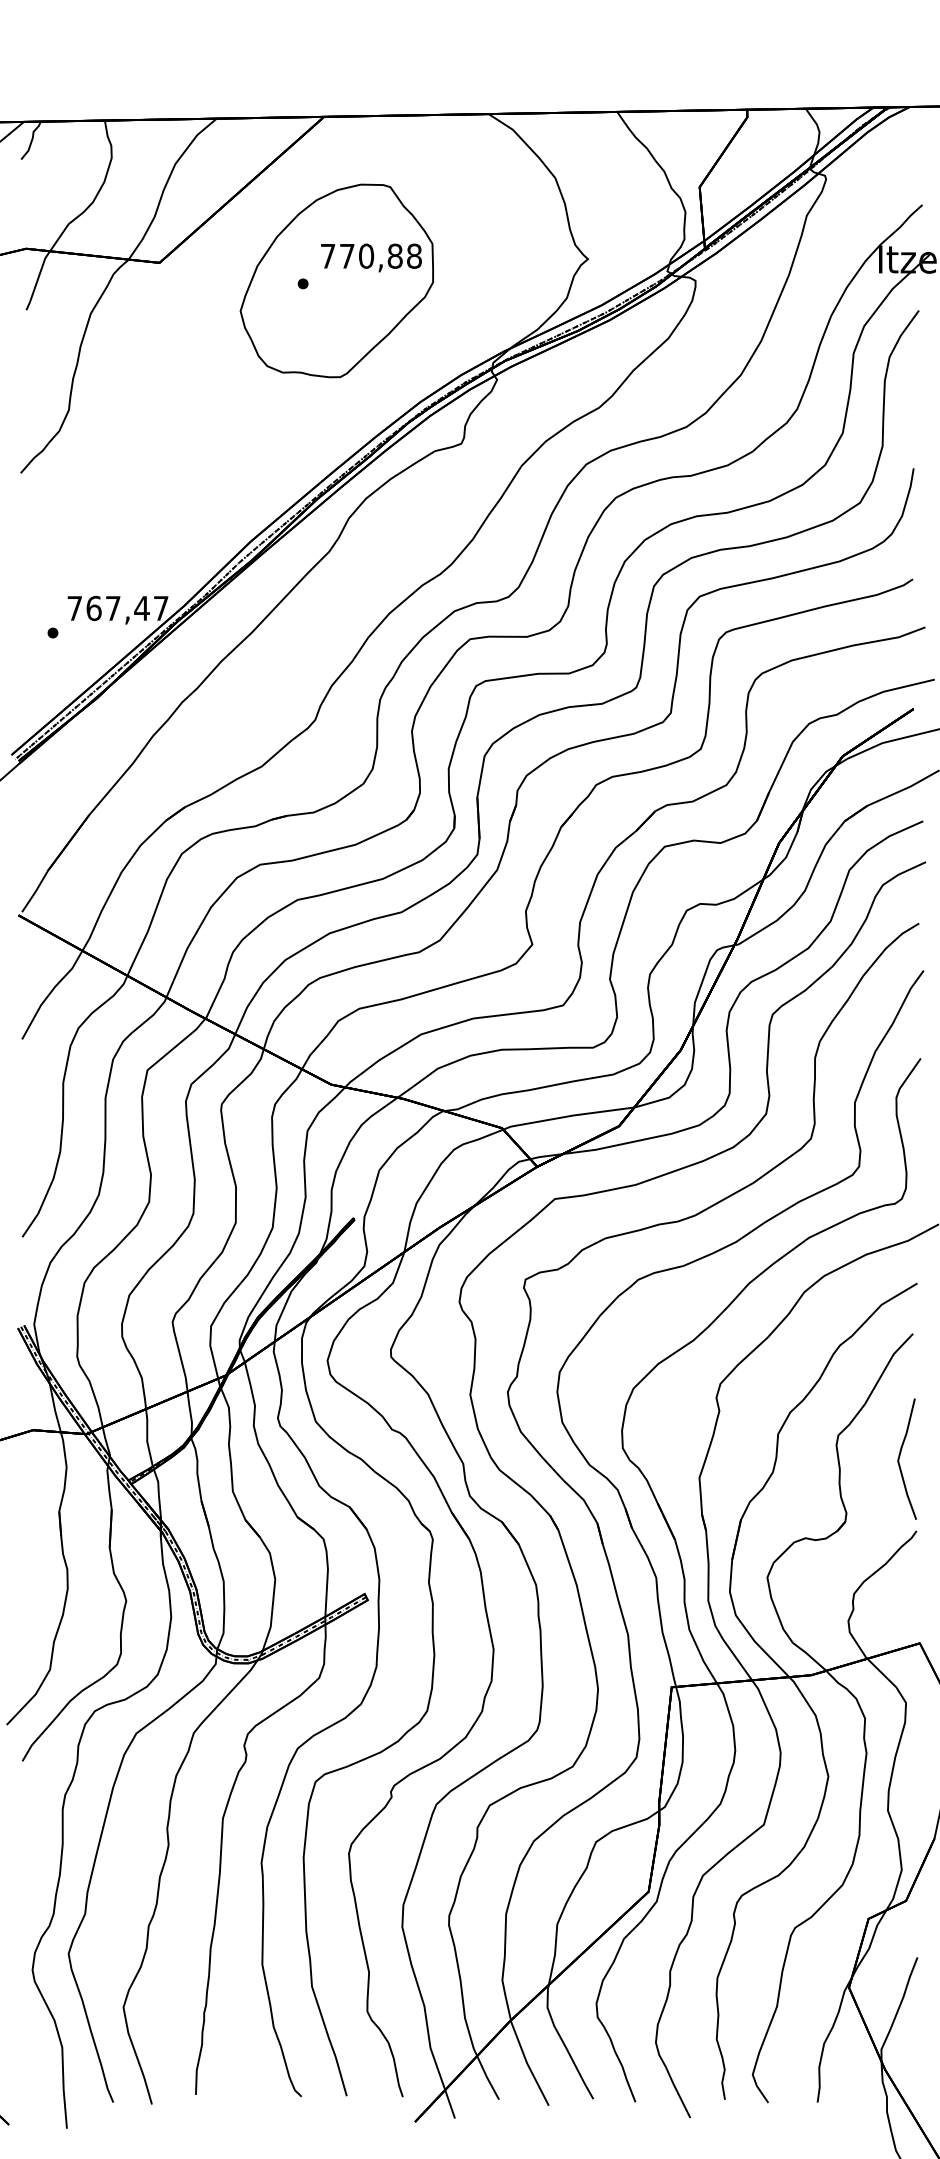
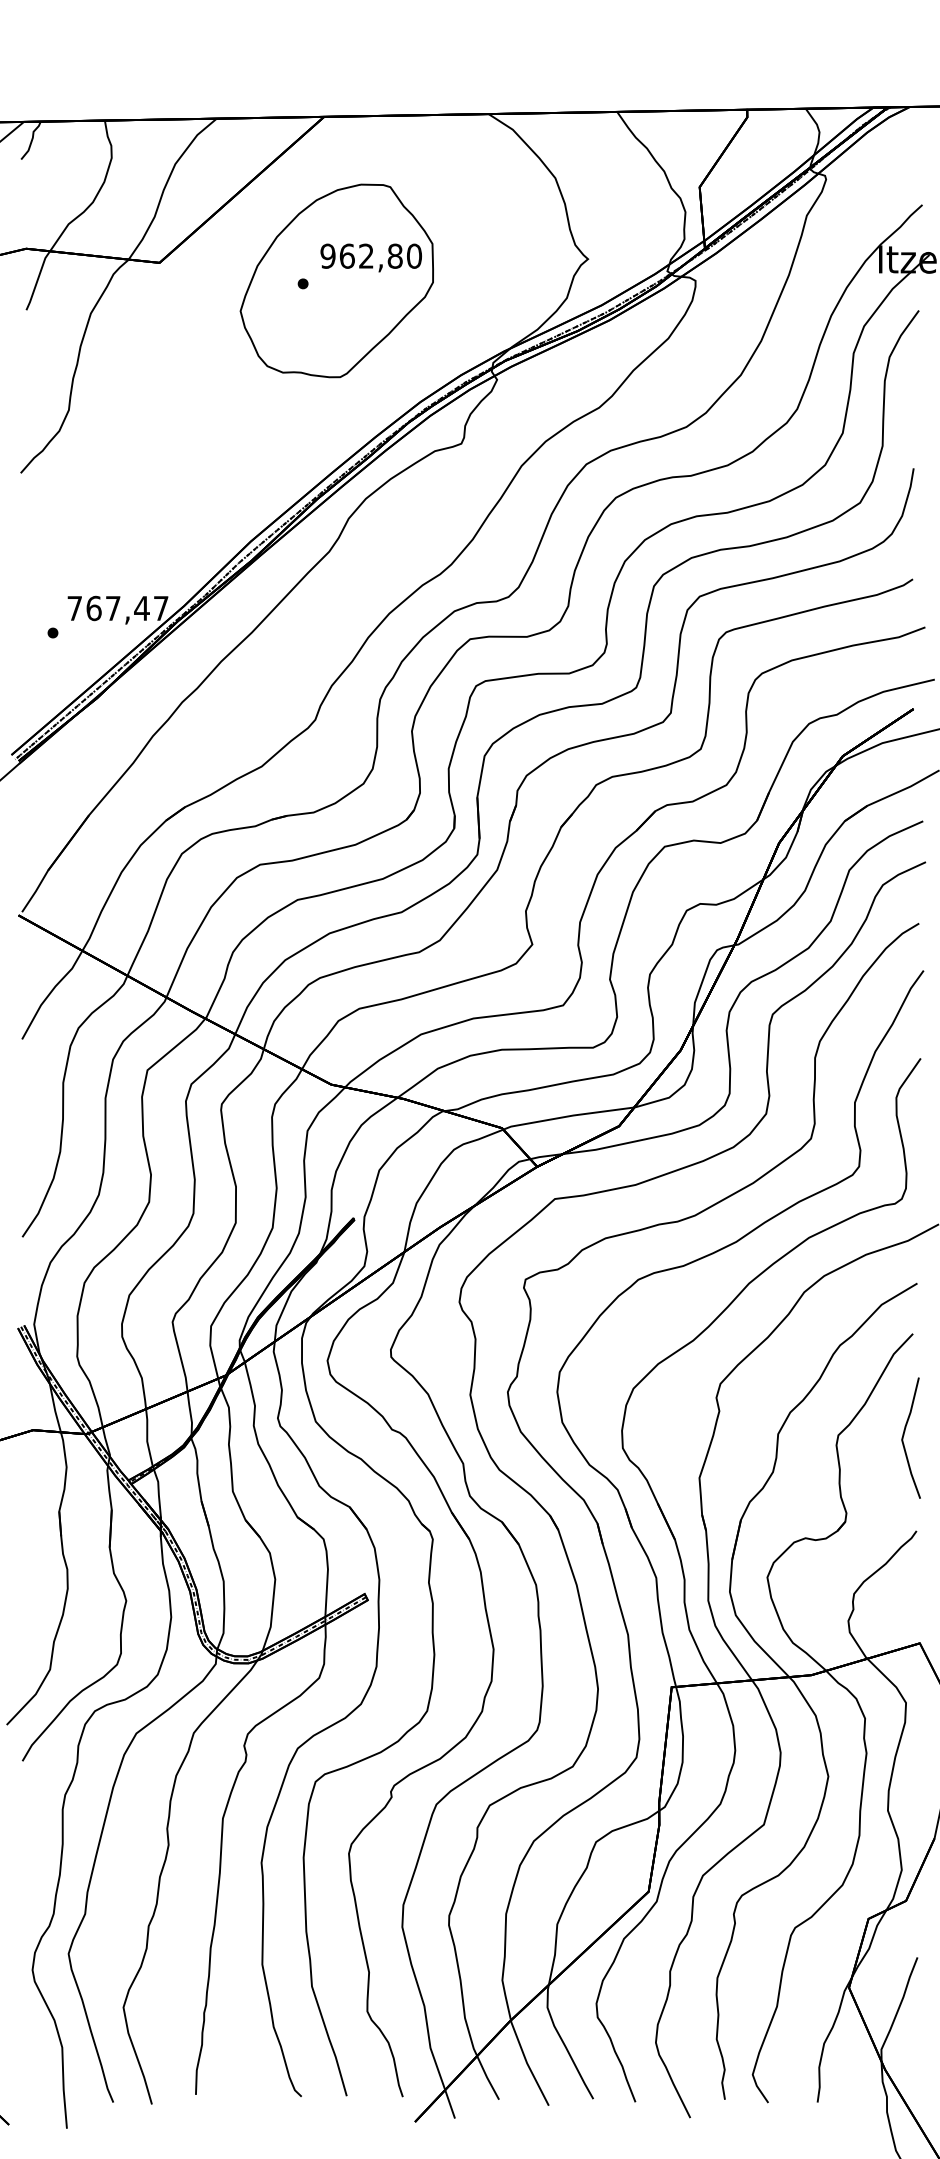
text at (371, 255): 770,88 -> 962,80
curve at (900, 1456) position: (900, 1456) -> (904, 1435)
